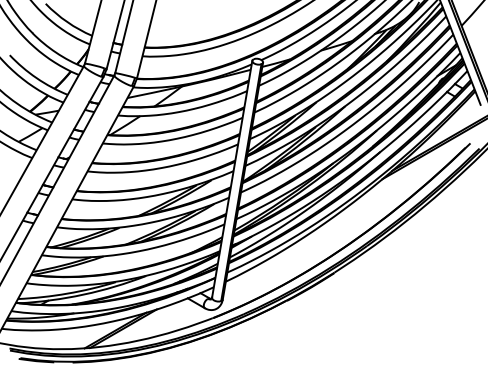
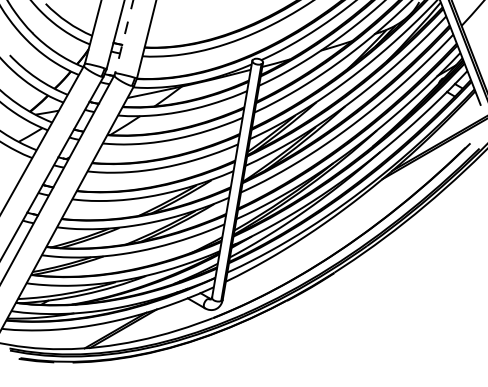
line at (124, 37): solid -> dashed
